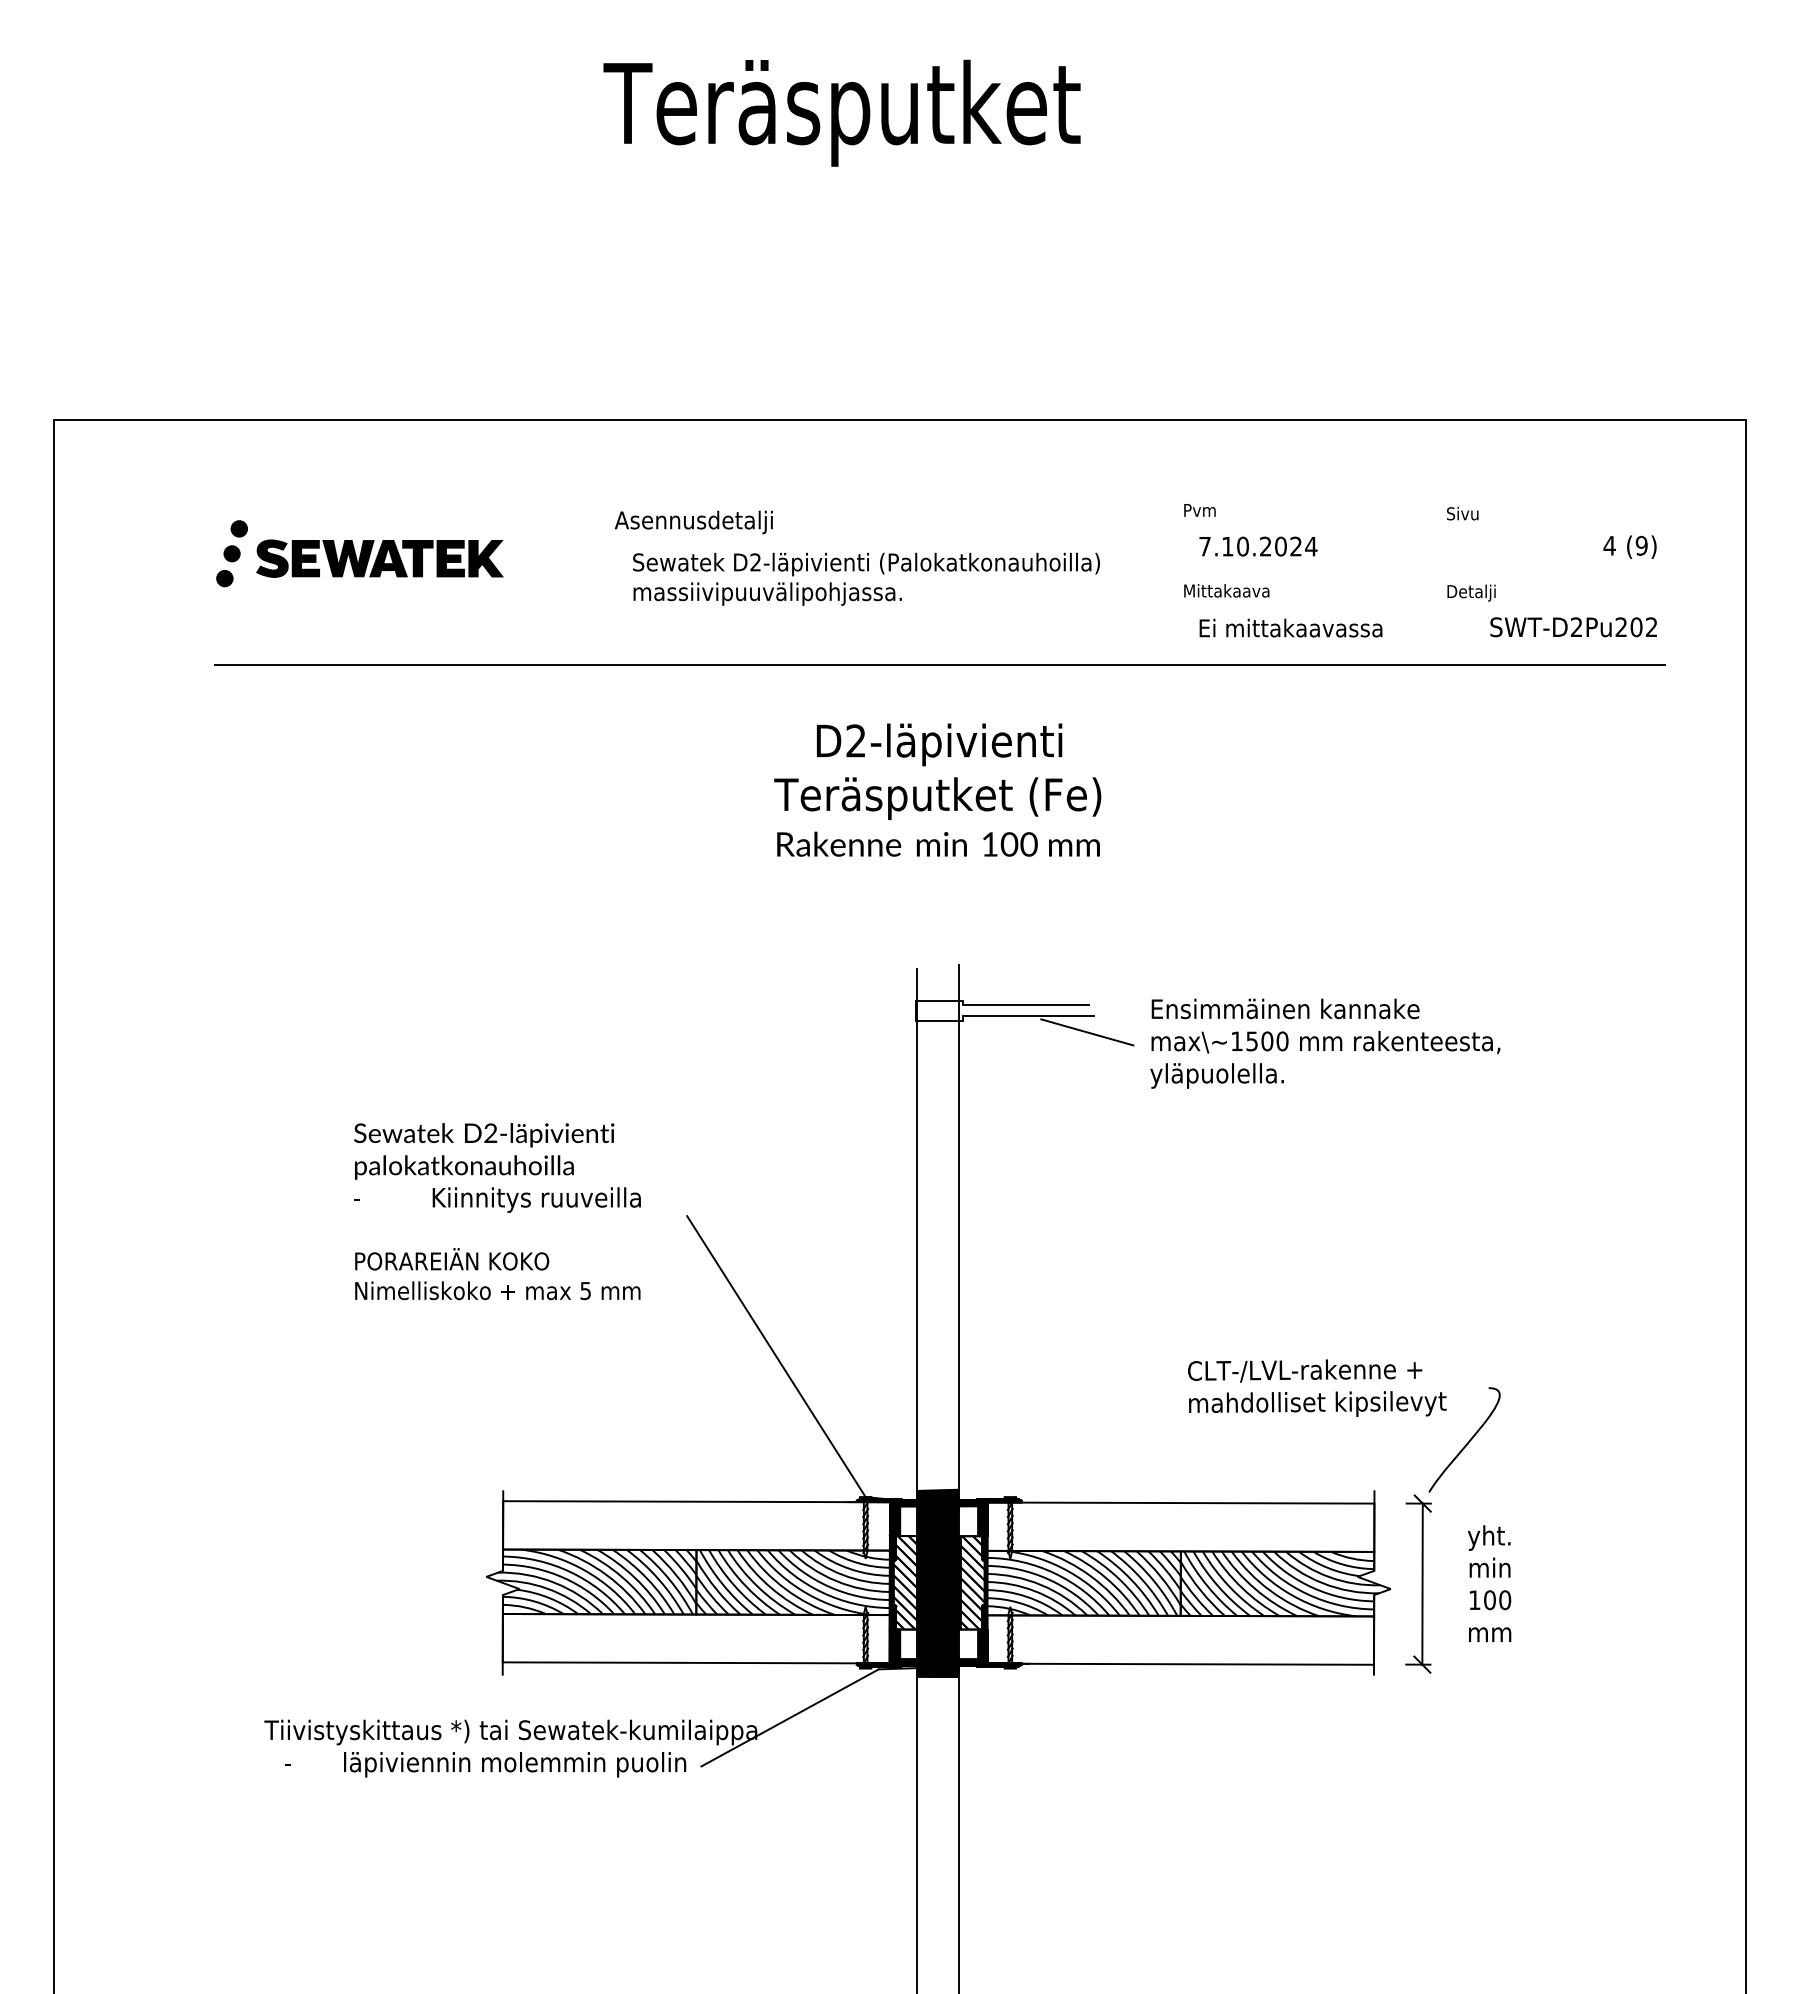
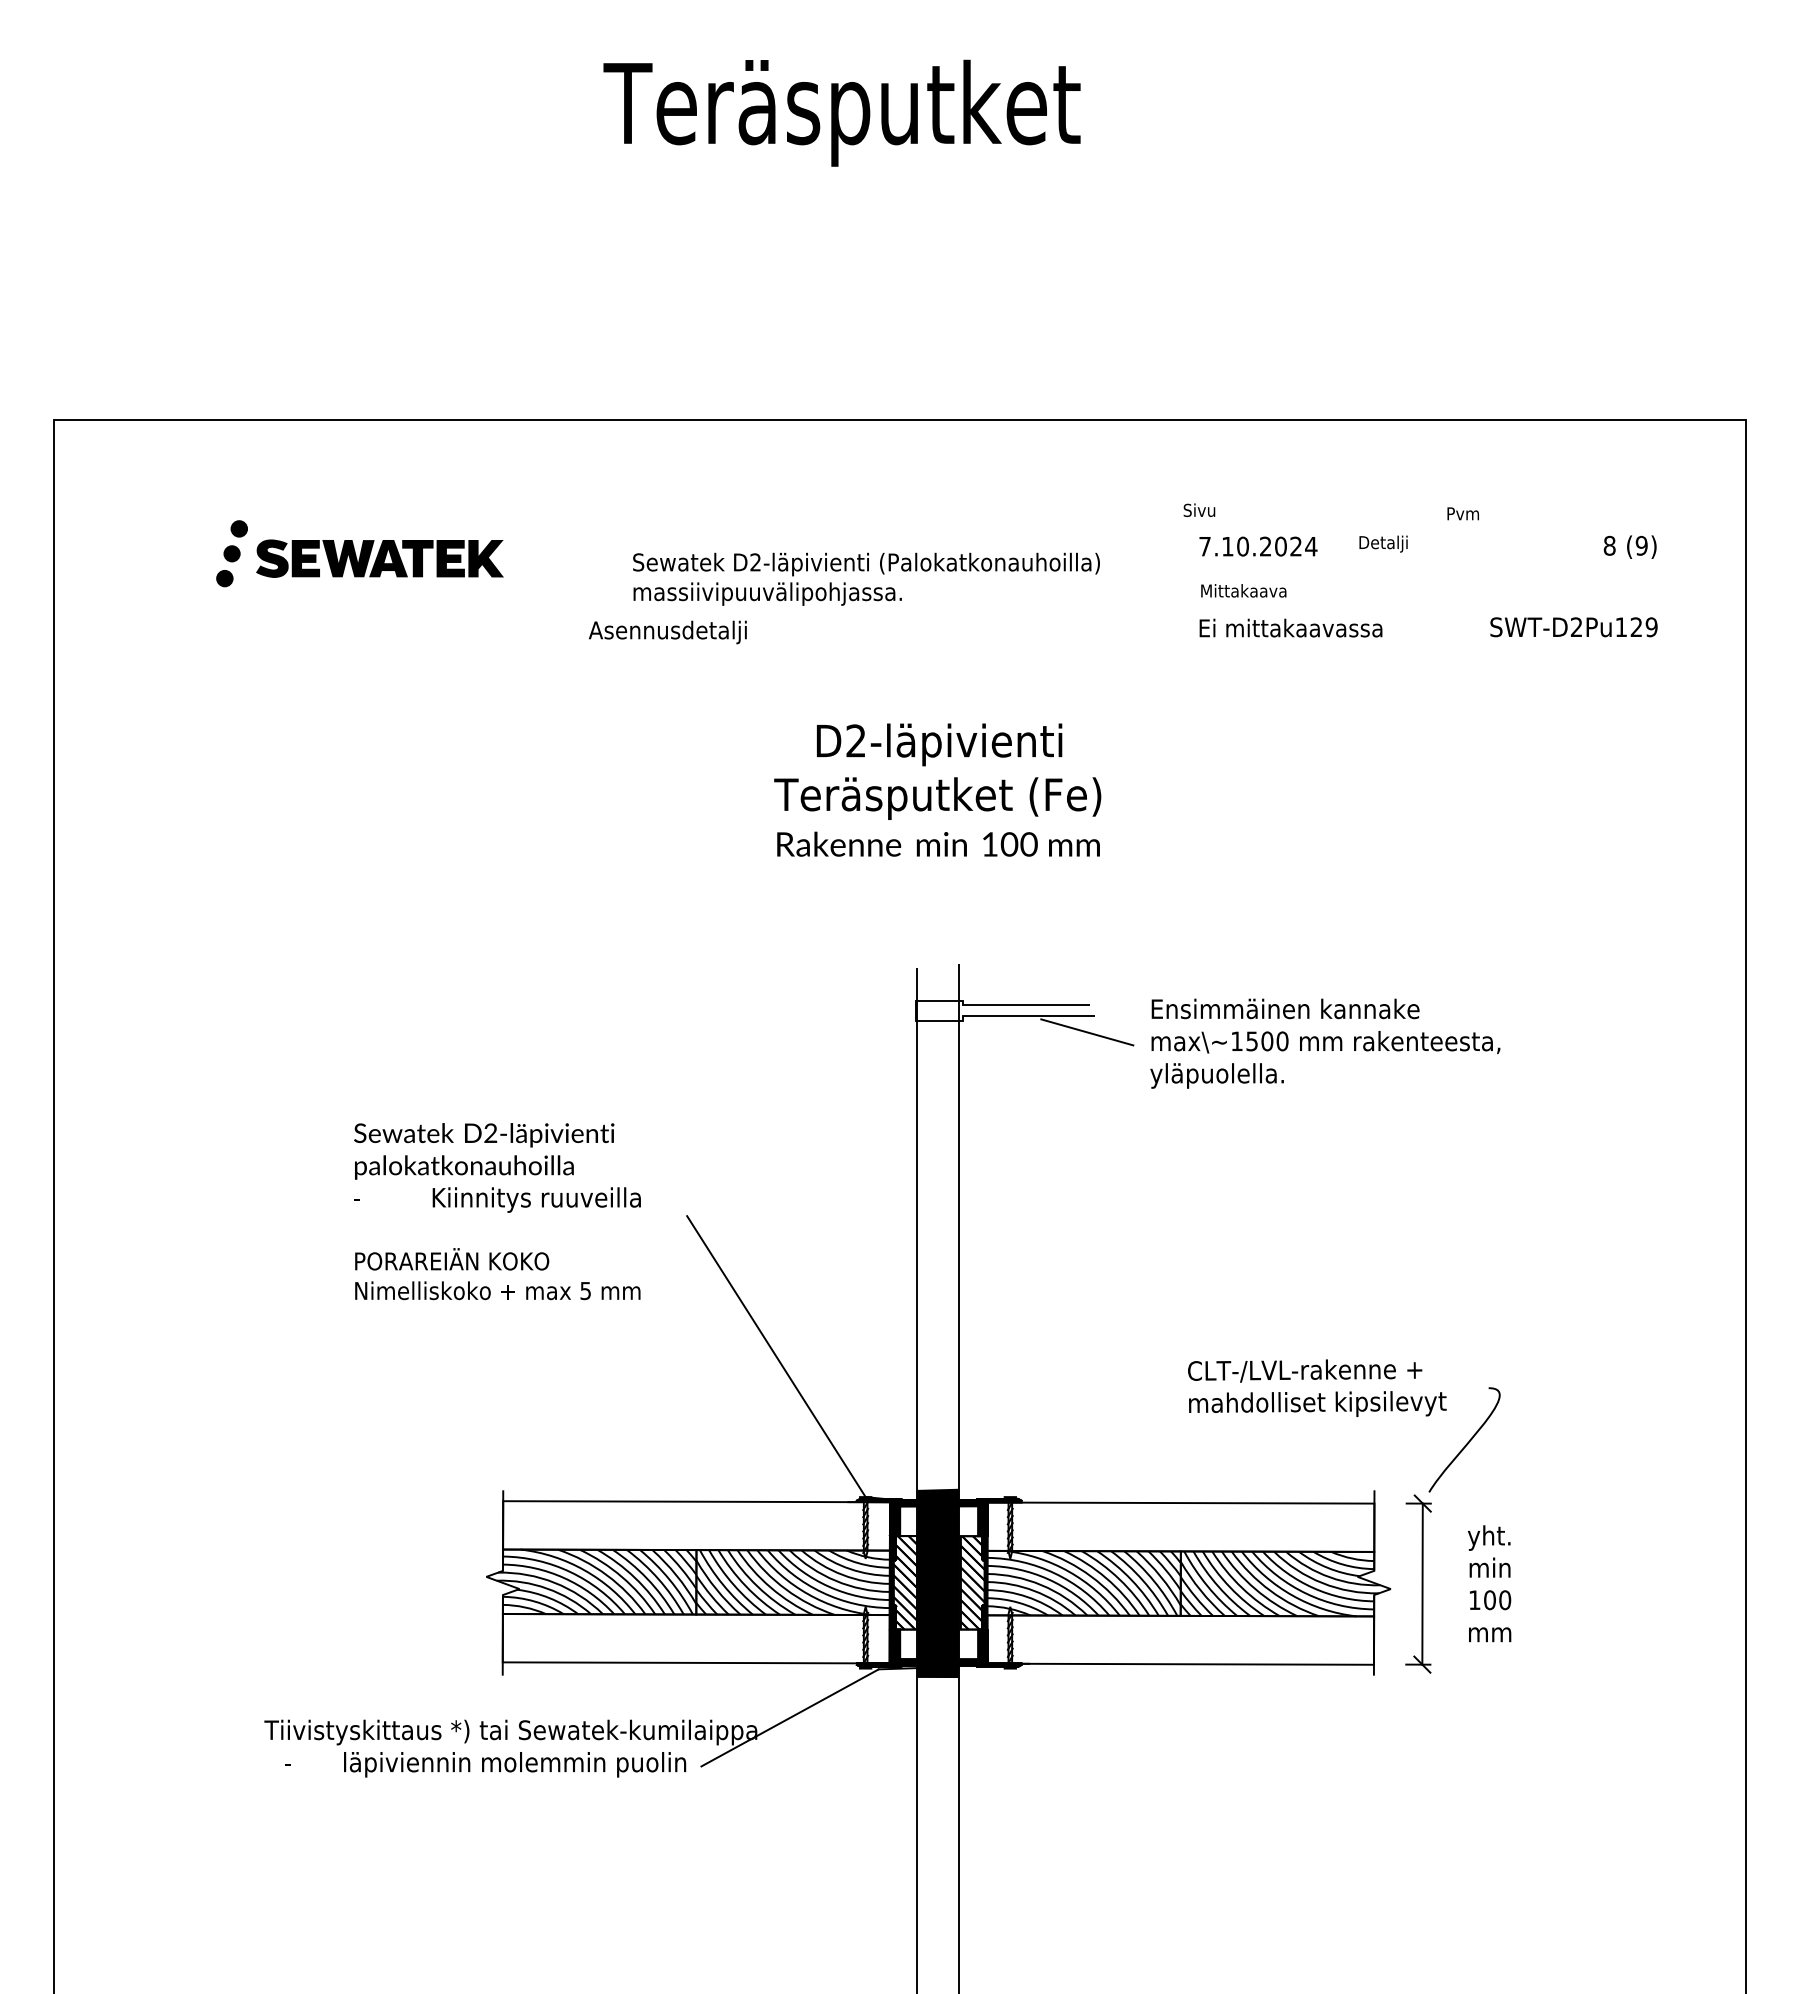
text at (1199, 509): Pvm -> Sivu
text at (1462, 513): Sivu -> Pvm
text at (693, 522) position: (693, 522) -> (667, 632)
text at (1609, 545): 4 -> 8
text at (1226, 590) position: (1226, 590) -> (1243, 590)
text at (1471, 592) position: (1471, 592) -> (1383, 543)
text at (1636, 627): SWT-D2Pu202 -> SWT-D2Pu129
line at (939, 665): present -> none
